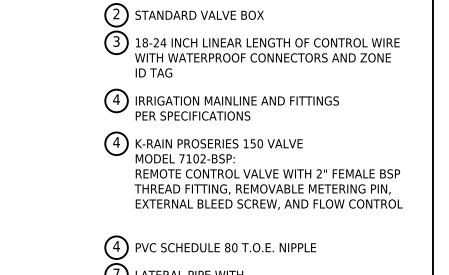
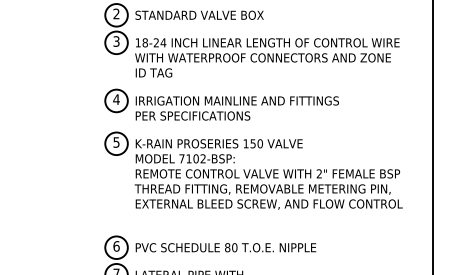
text at (116, 142): 4 -> 5
text at (116, 246): 4 -> 6
